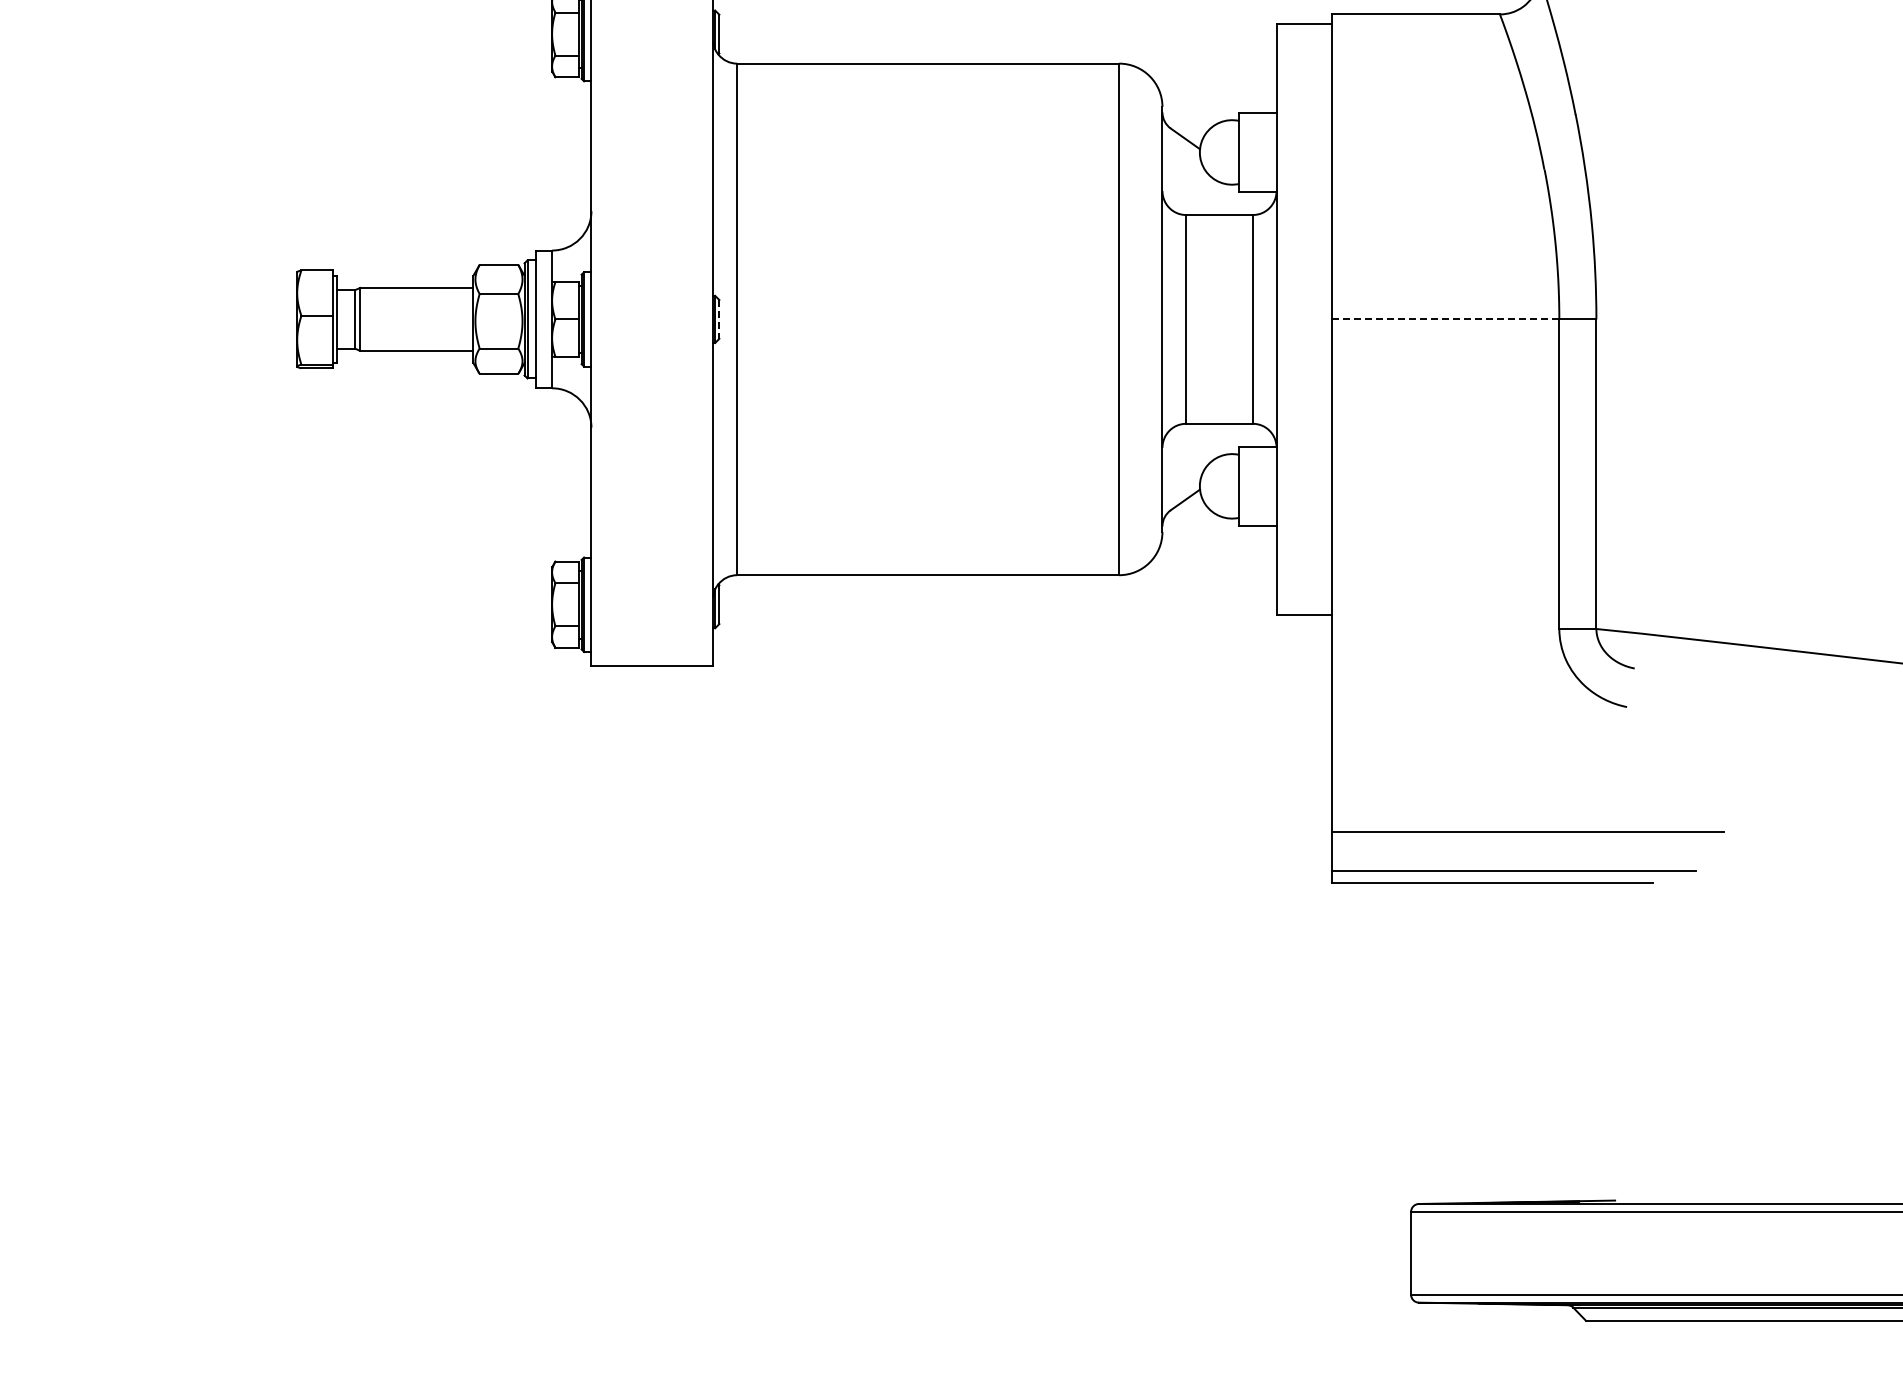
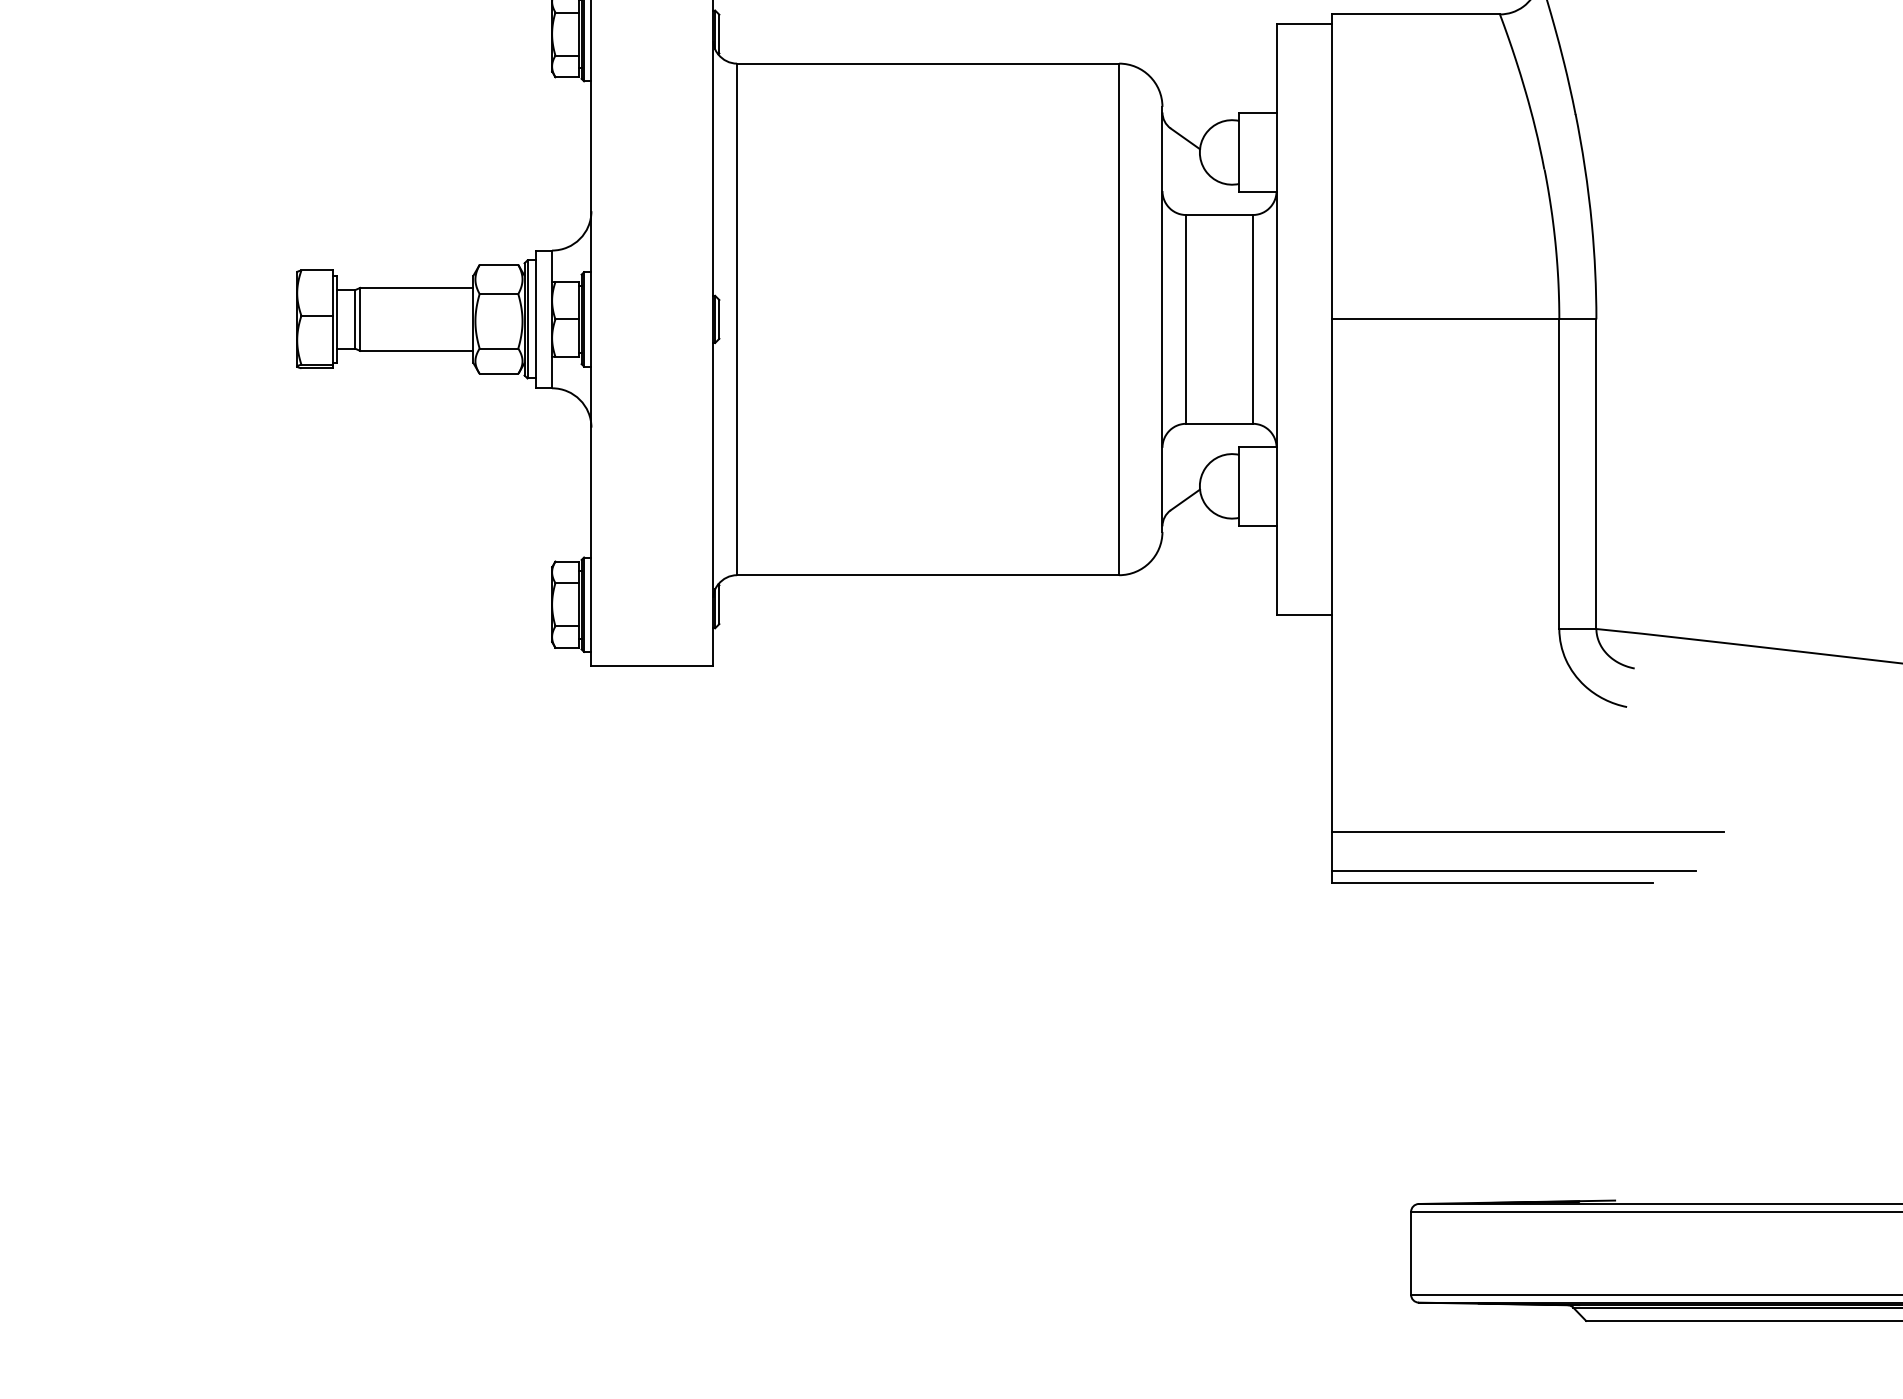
line at (719, 319): dashed -> solid
line at (1445, 319): dashed -> solid
